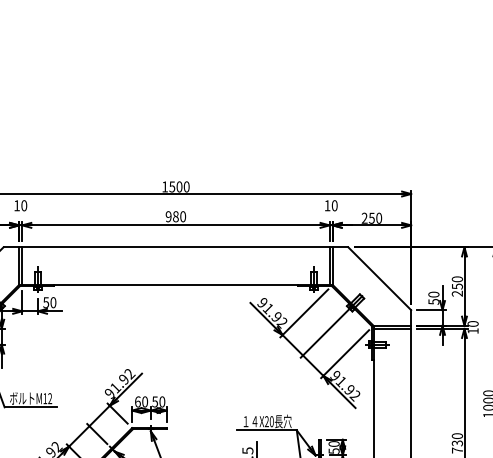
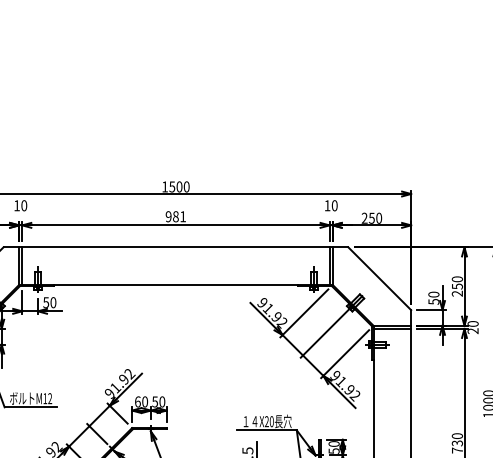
text at (183, 216): 980 -> 981
text at (472, 331): 10 -> 20
